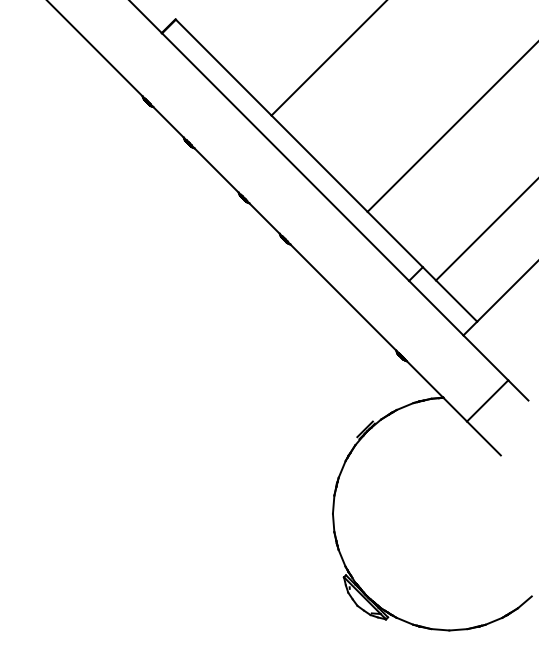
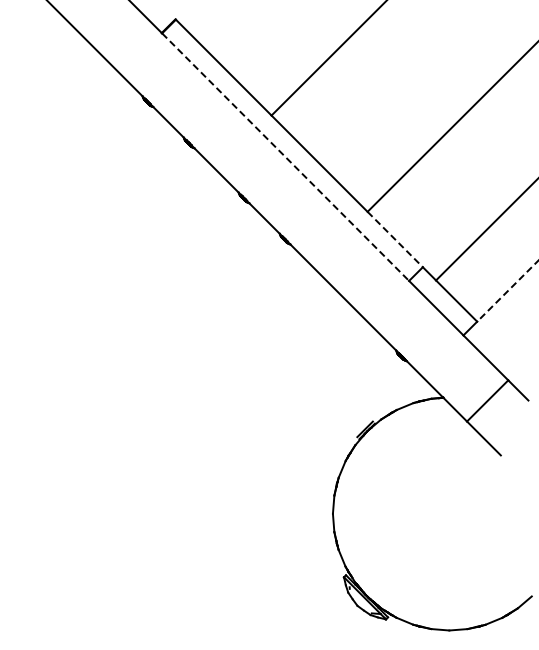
line at (285, 157): solid -> dashed
line at (395, 239): solid -> dashed
line at (507, 291): solid -> dashed
